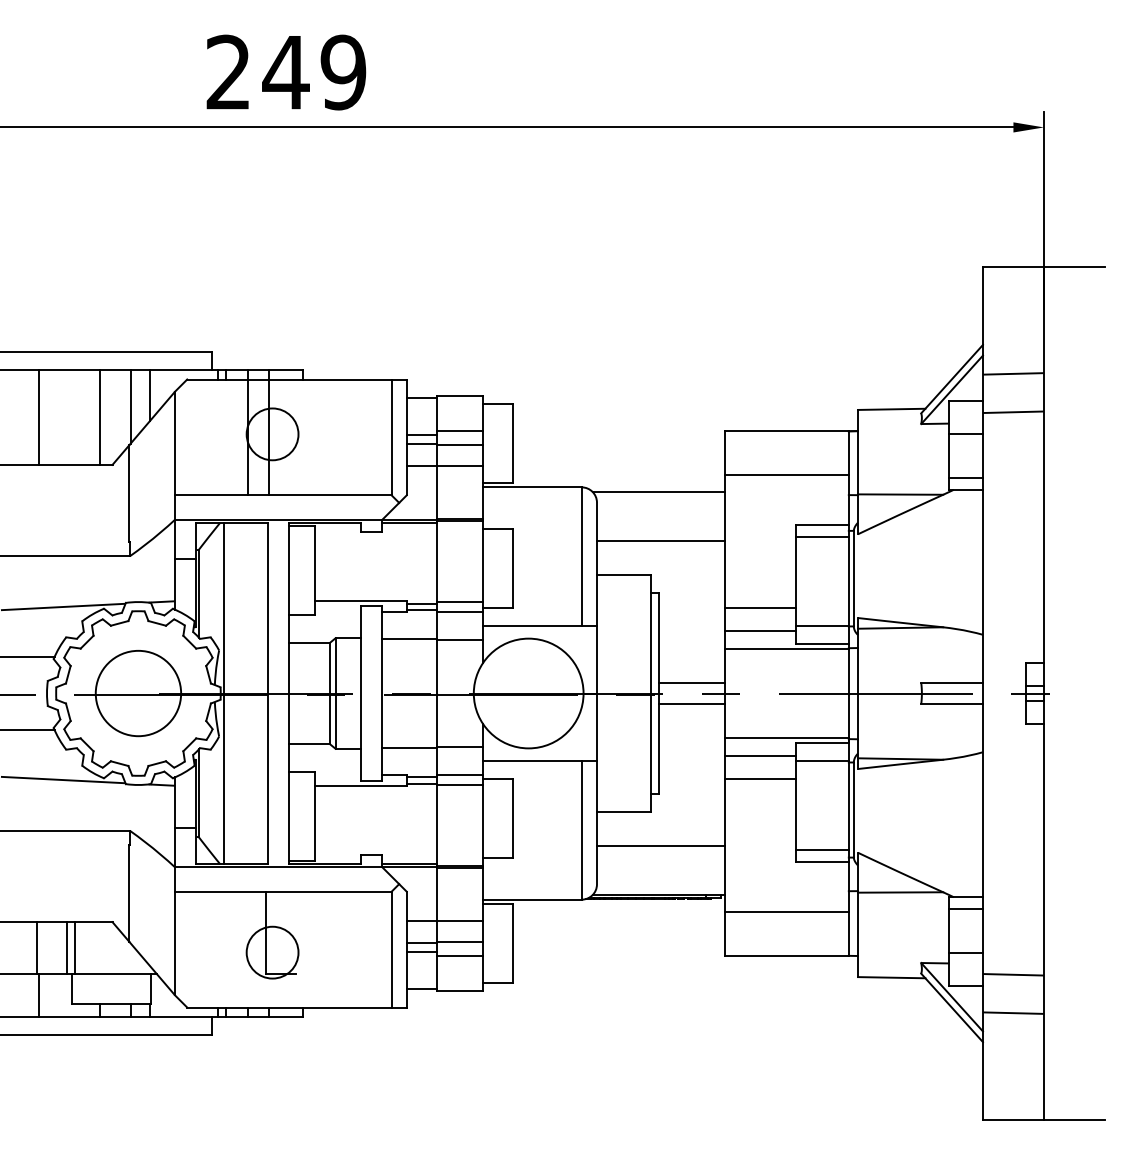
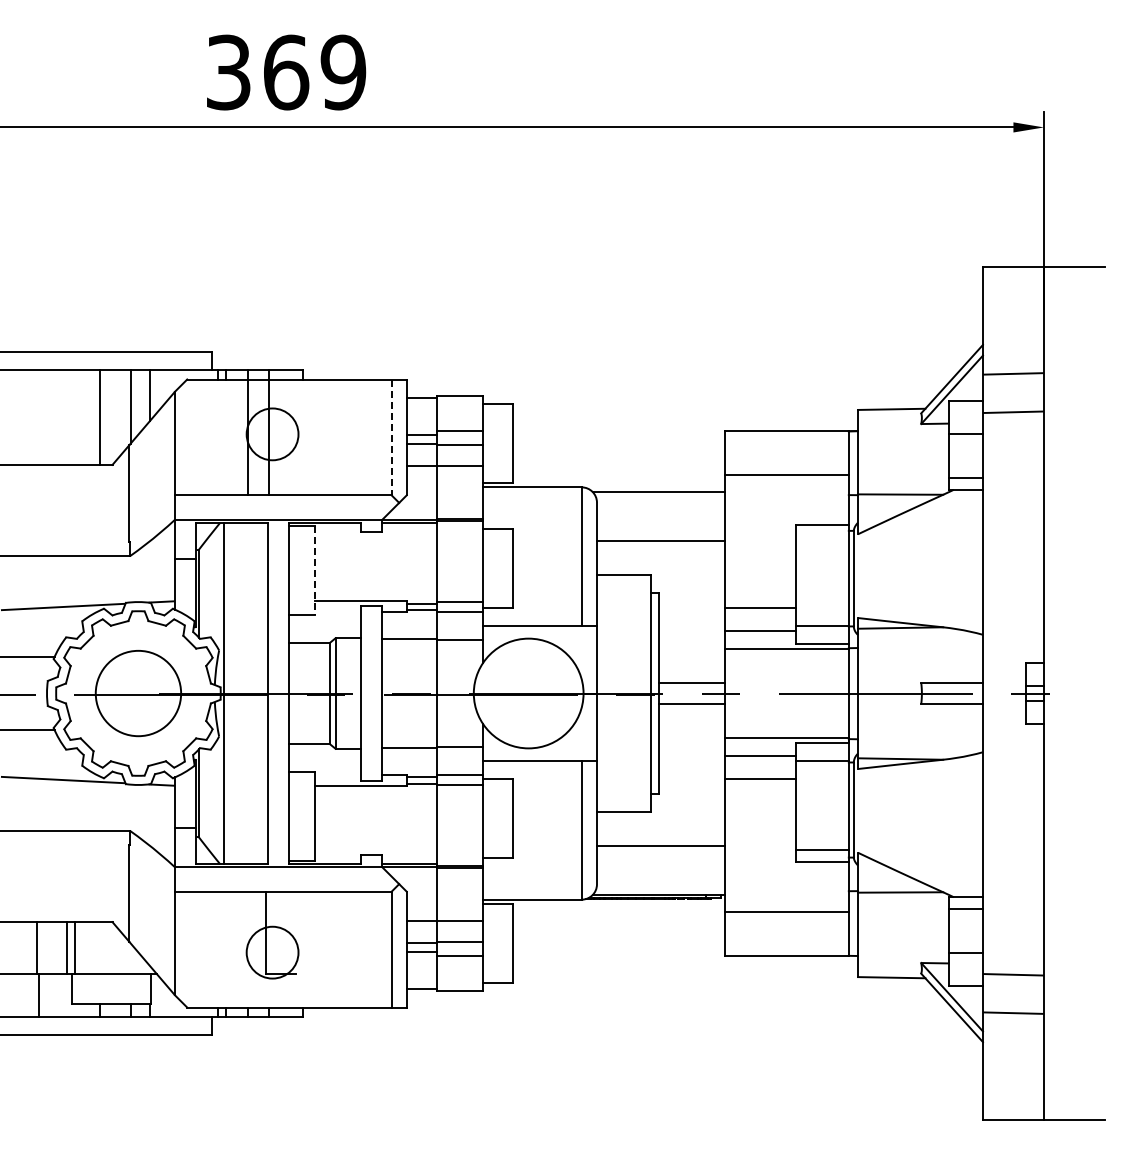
text at (257, 72): 249 -> 369
line at (38, 417): present -> none
line at (391, 437): solid -> dashed
line at (822, 537): present -> none
line at (315, 571): solid -> dashed
